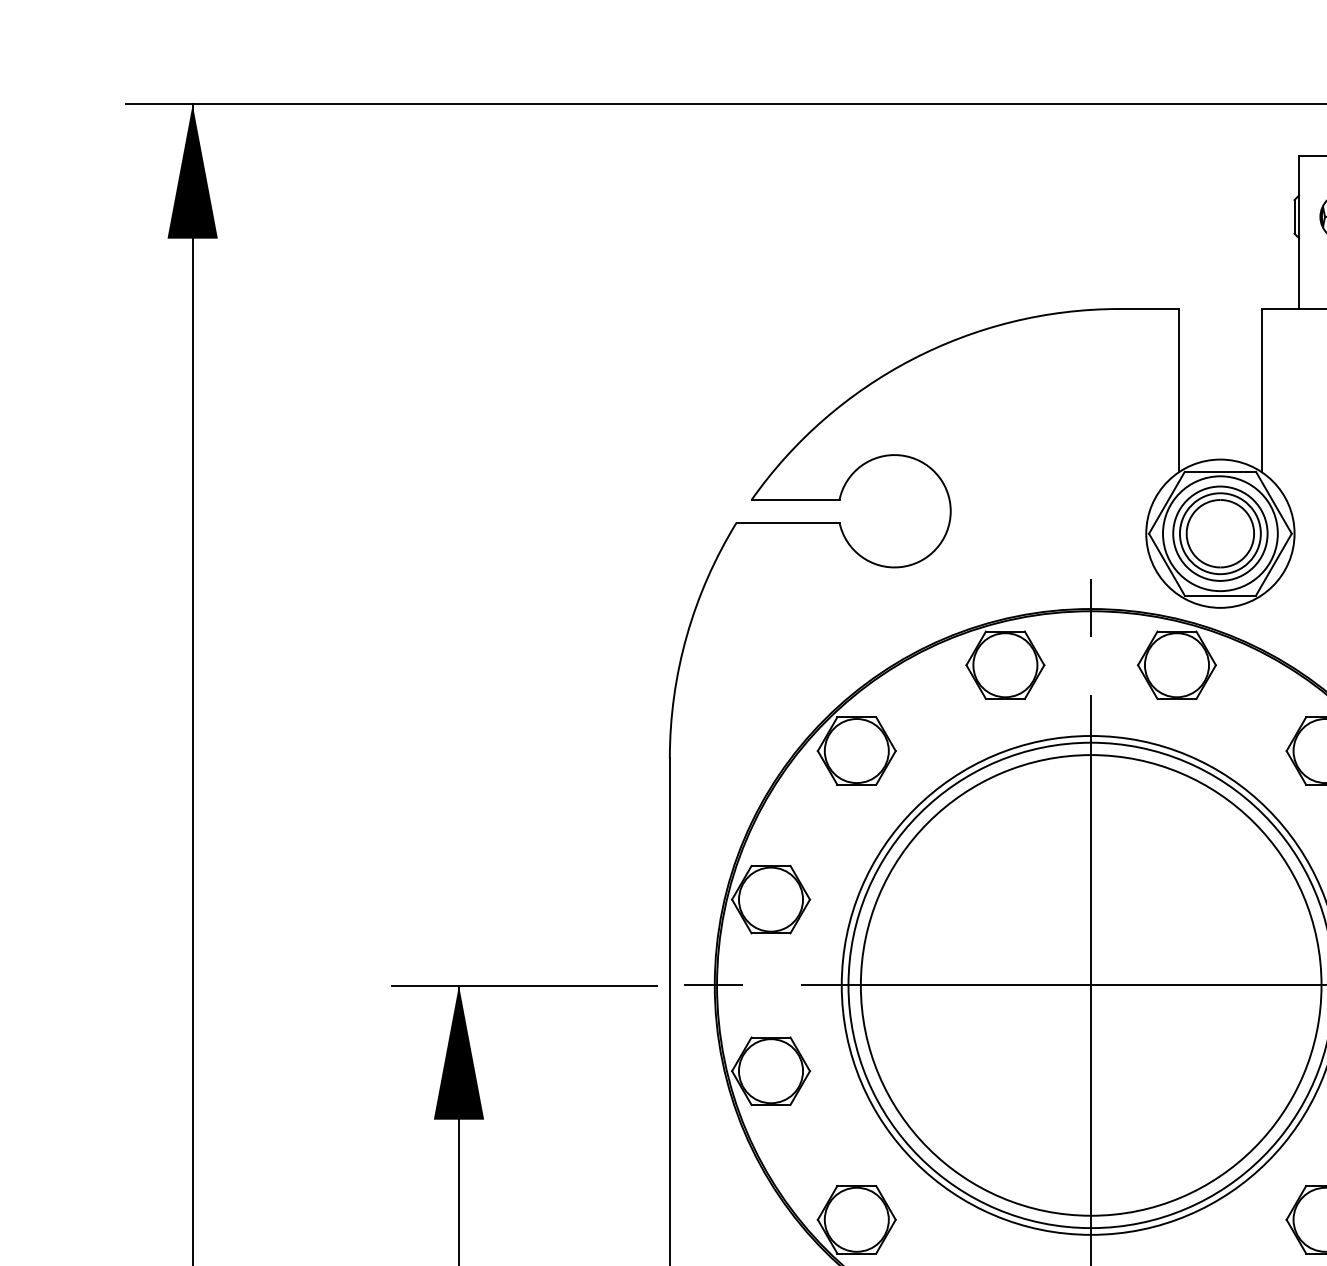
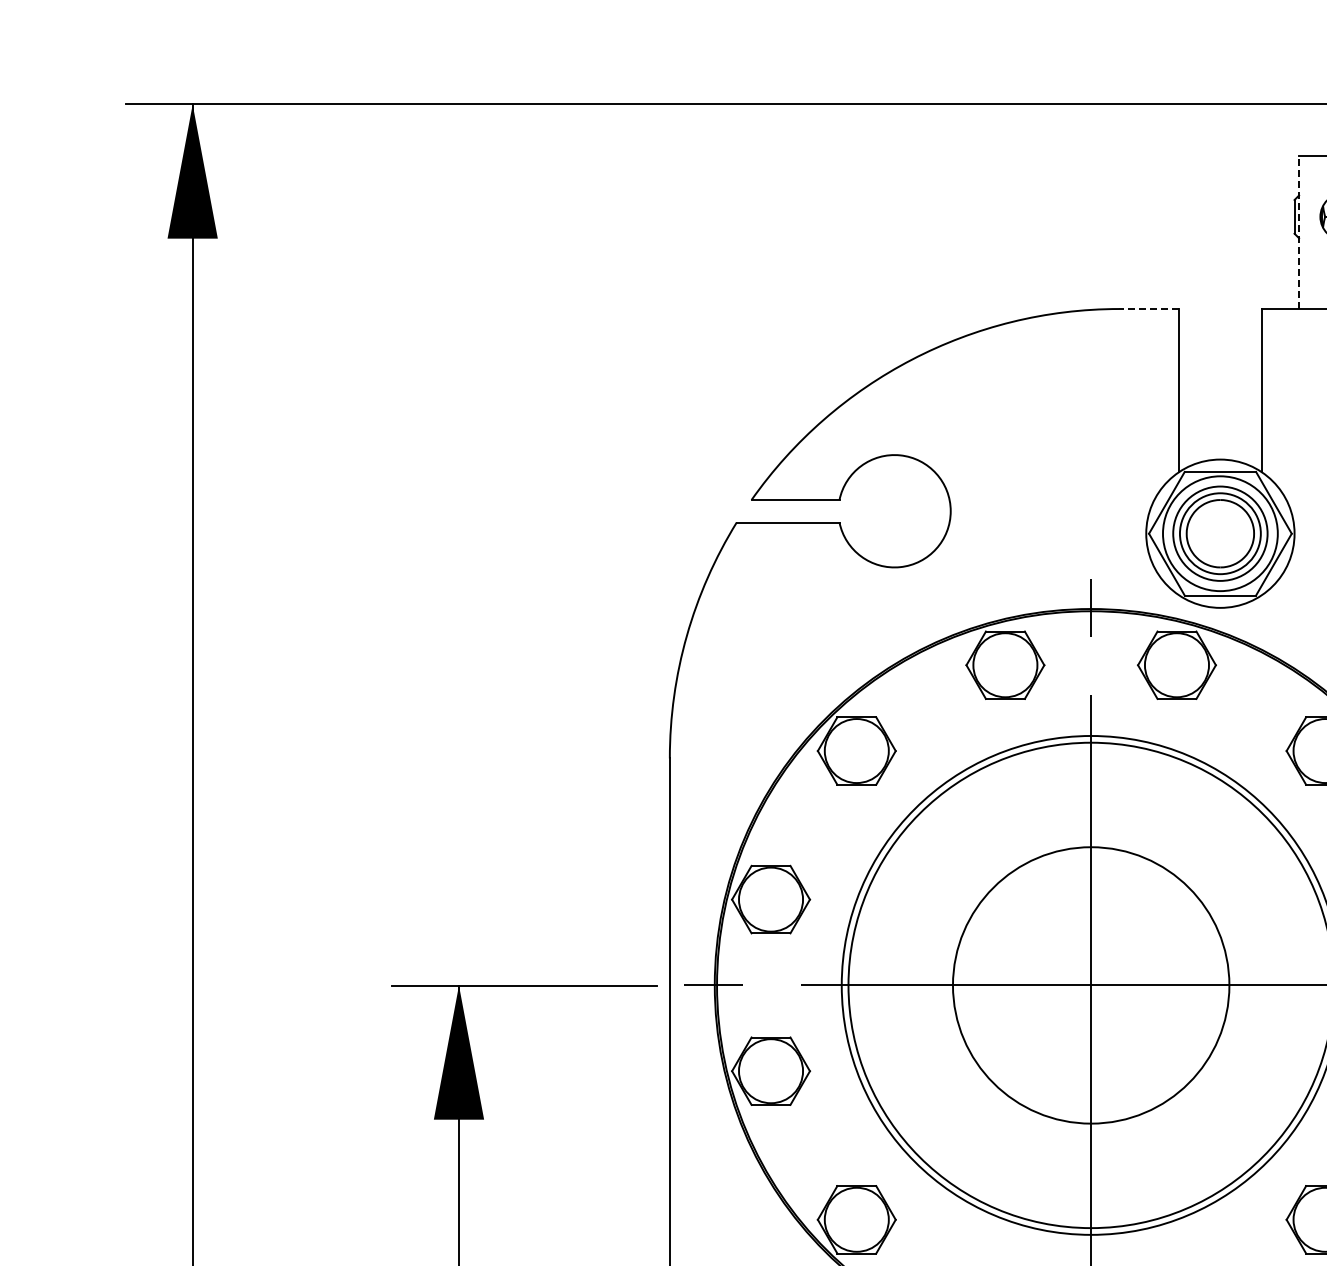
line at (1299, 232): solid -> dashed
line at (1149, 309): solid -> dashed
circle at (1090, 985) diameter: 461 px -> 276 px
